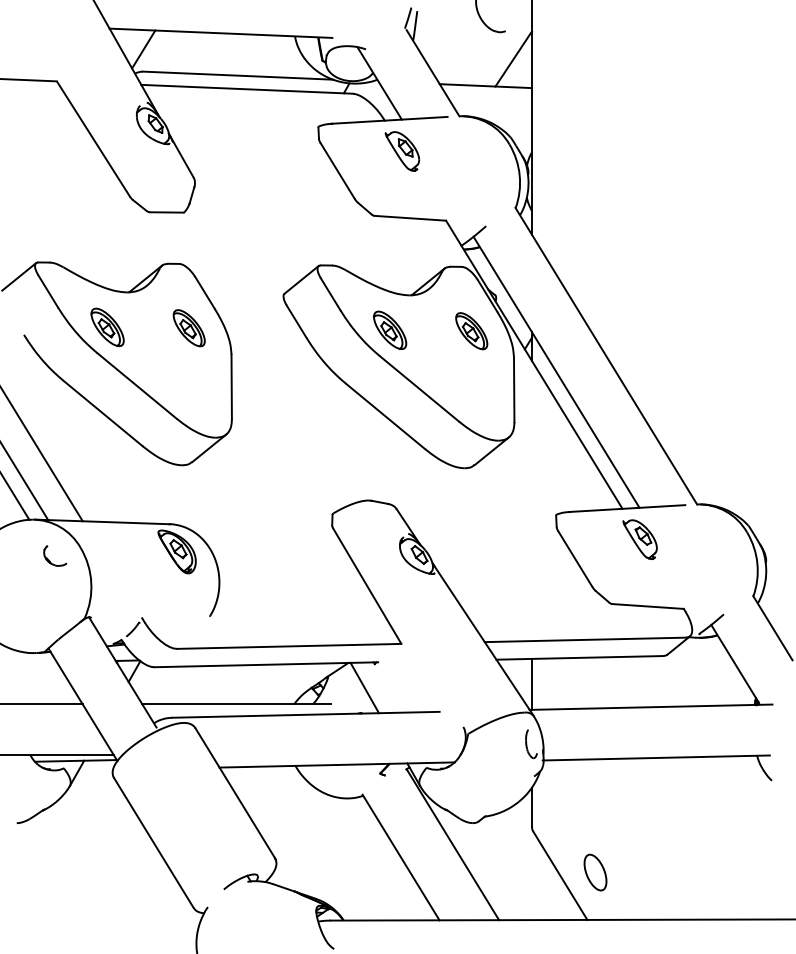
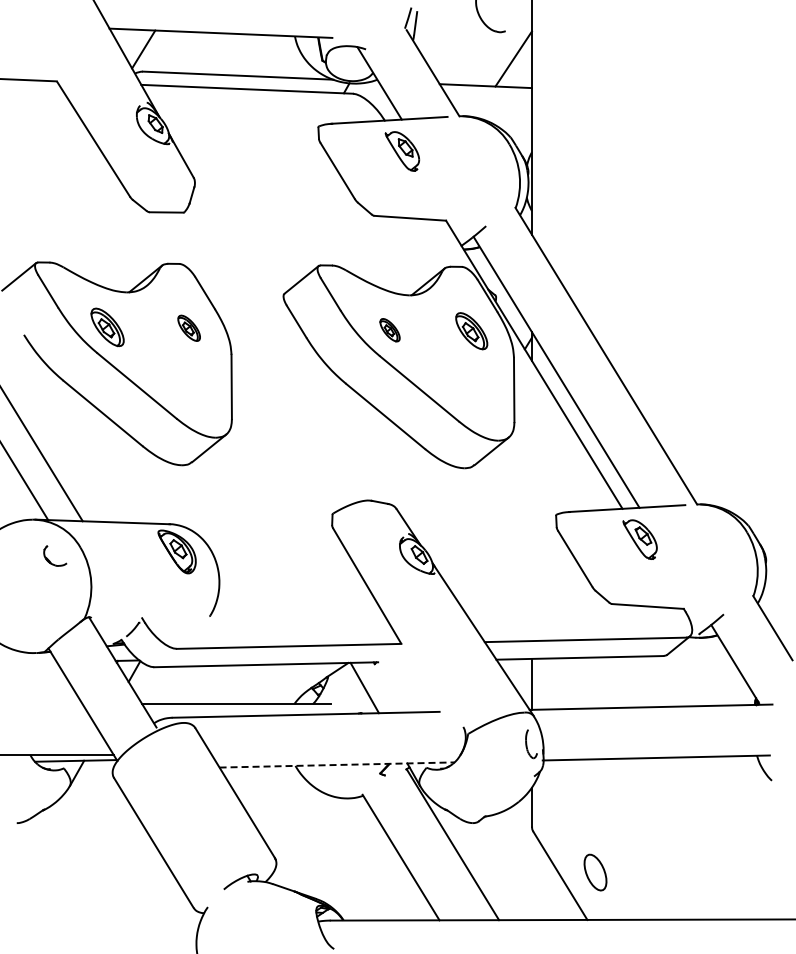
part at (188, 328) size: 34x39 px -> 24x28 px
part at (389, 329) size: 36x40 px -> 22x25 px
line at (15, 497): present -> none
line at (42, 704): present -> none
line at (337, 764): solid -> dashed
